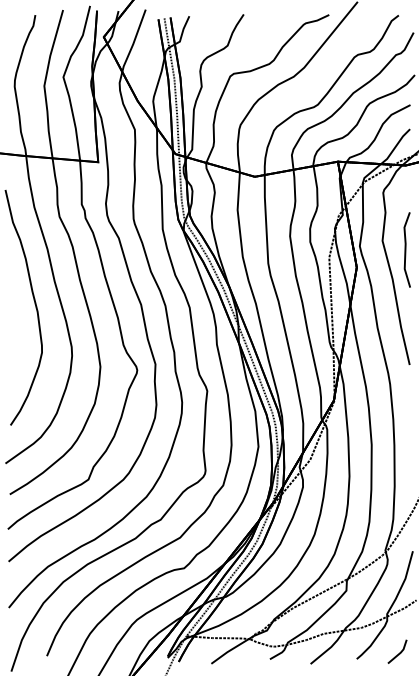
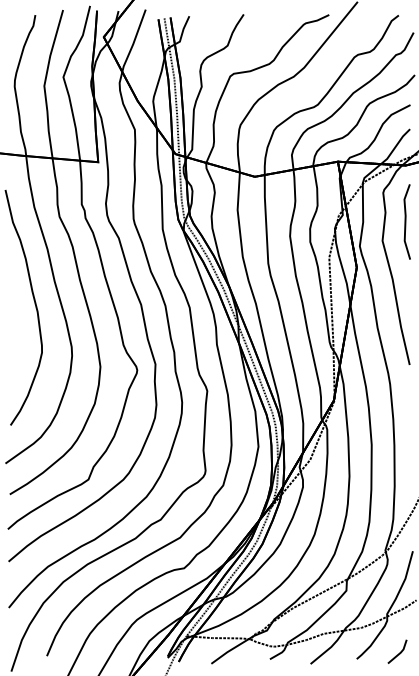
line at (406, 249) position: (406, 249) -> (406, 221)
